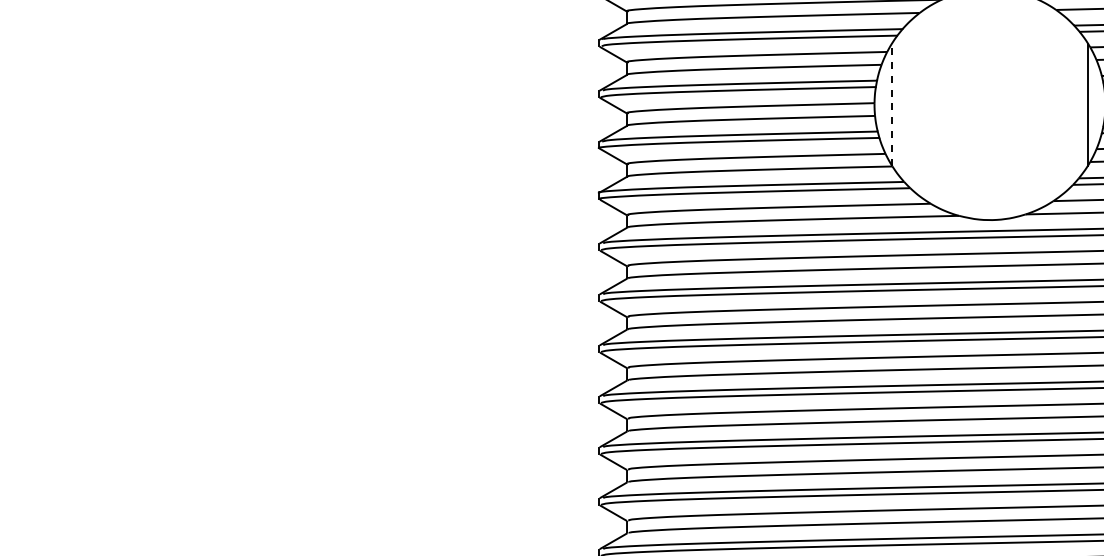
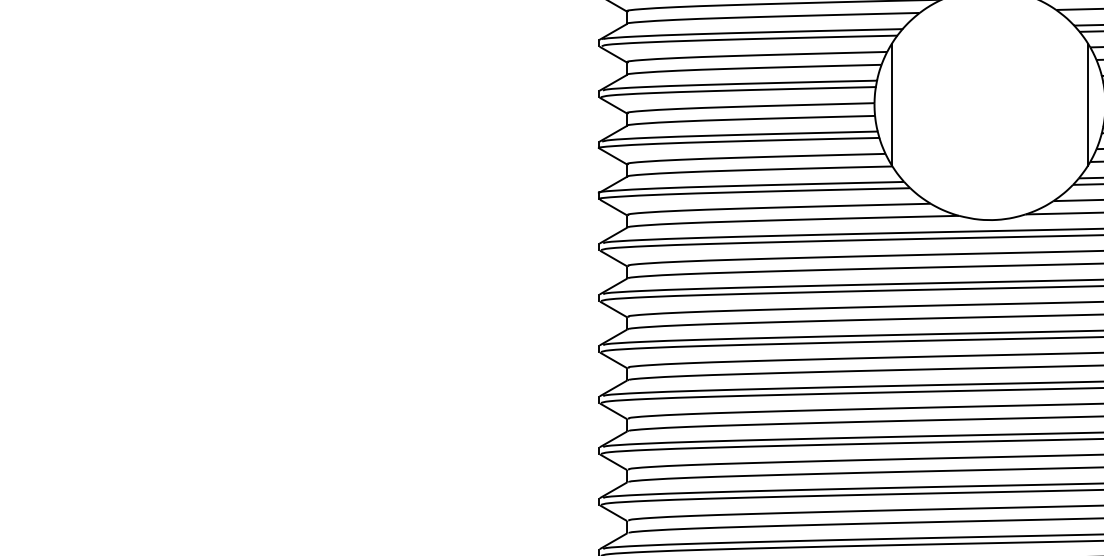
line at (891, 104): dashed -> solid
